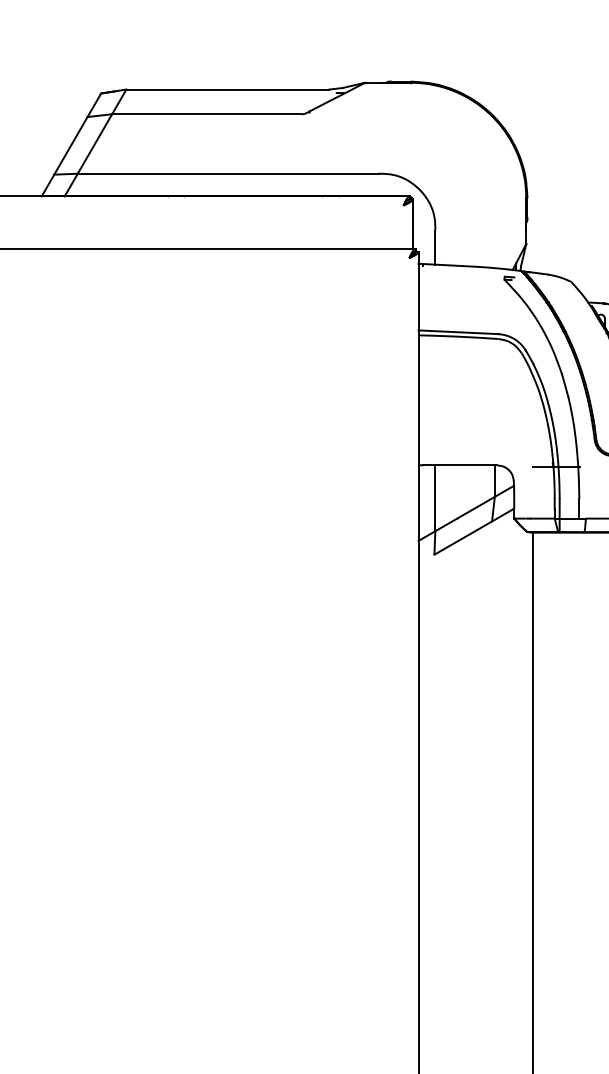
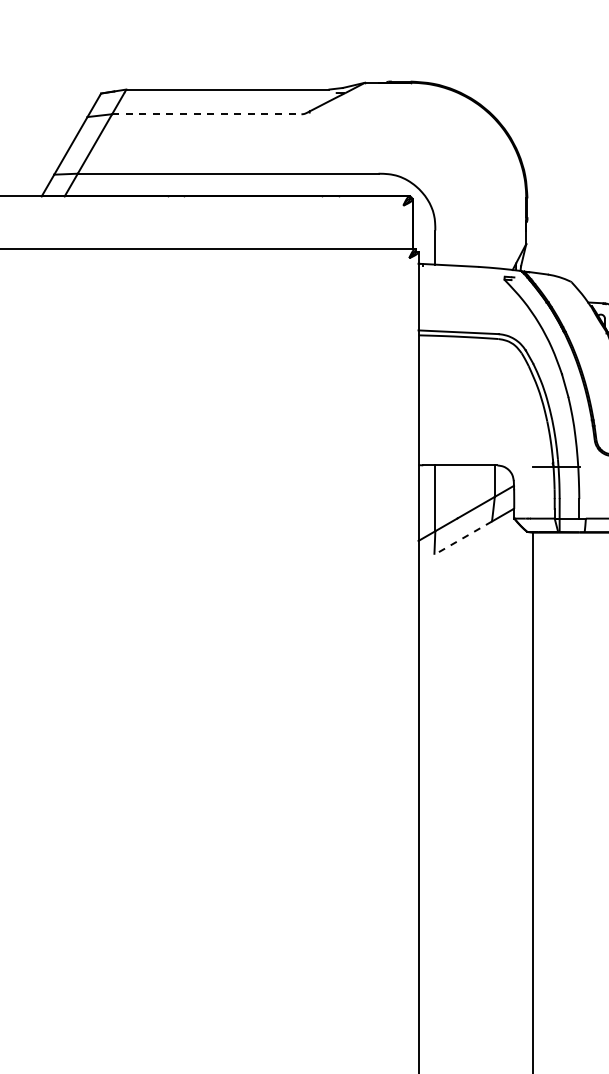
line at (206, 114): solid -> dashed
line at (462, 538): solid -> dashed
